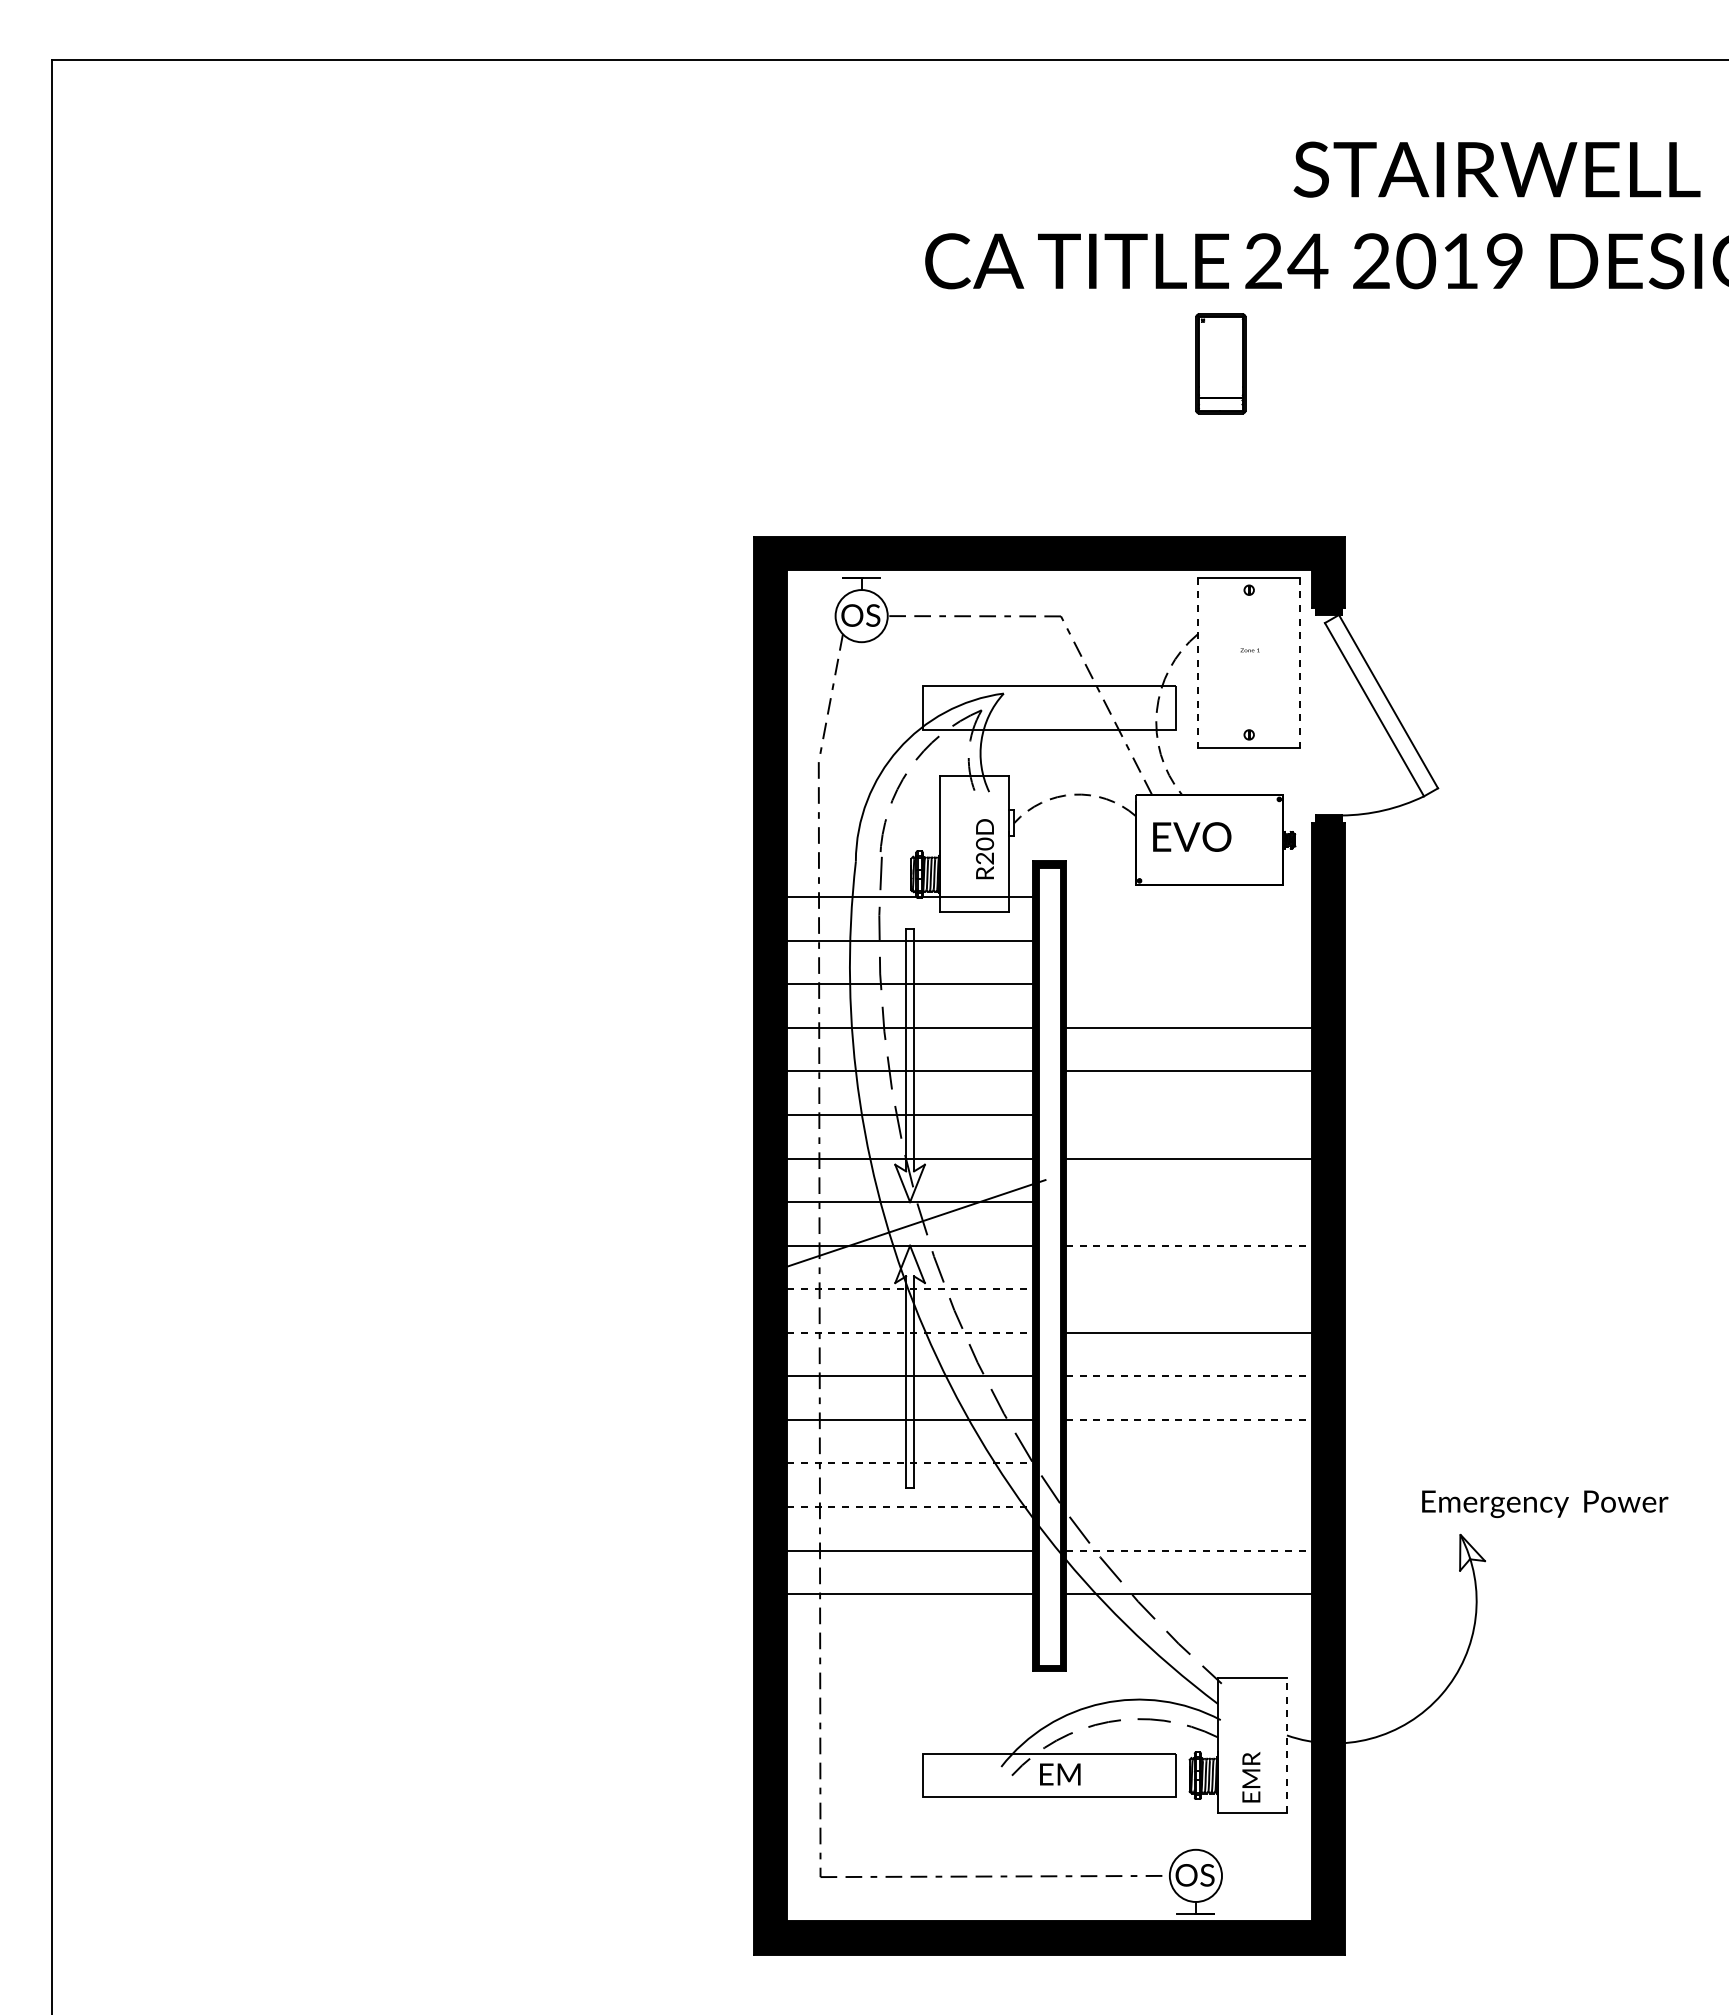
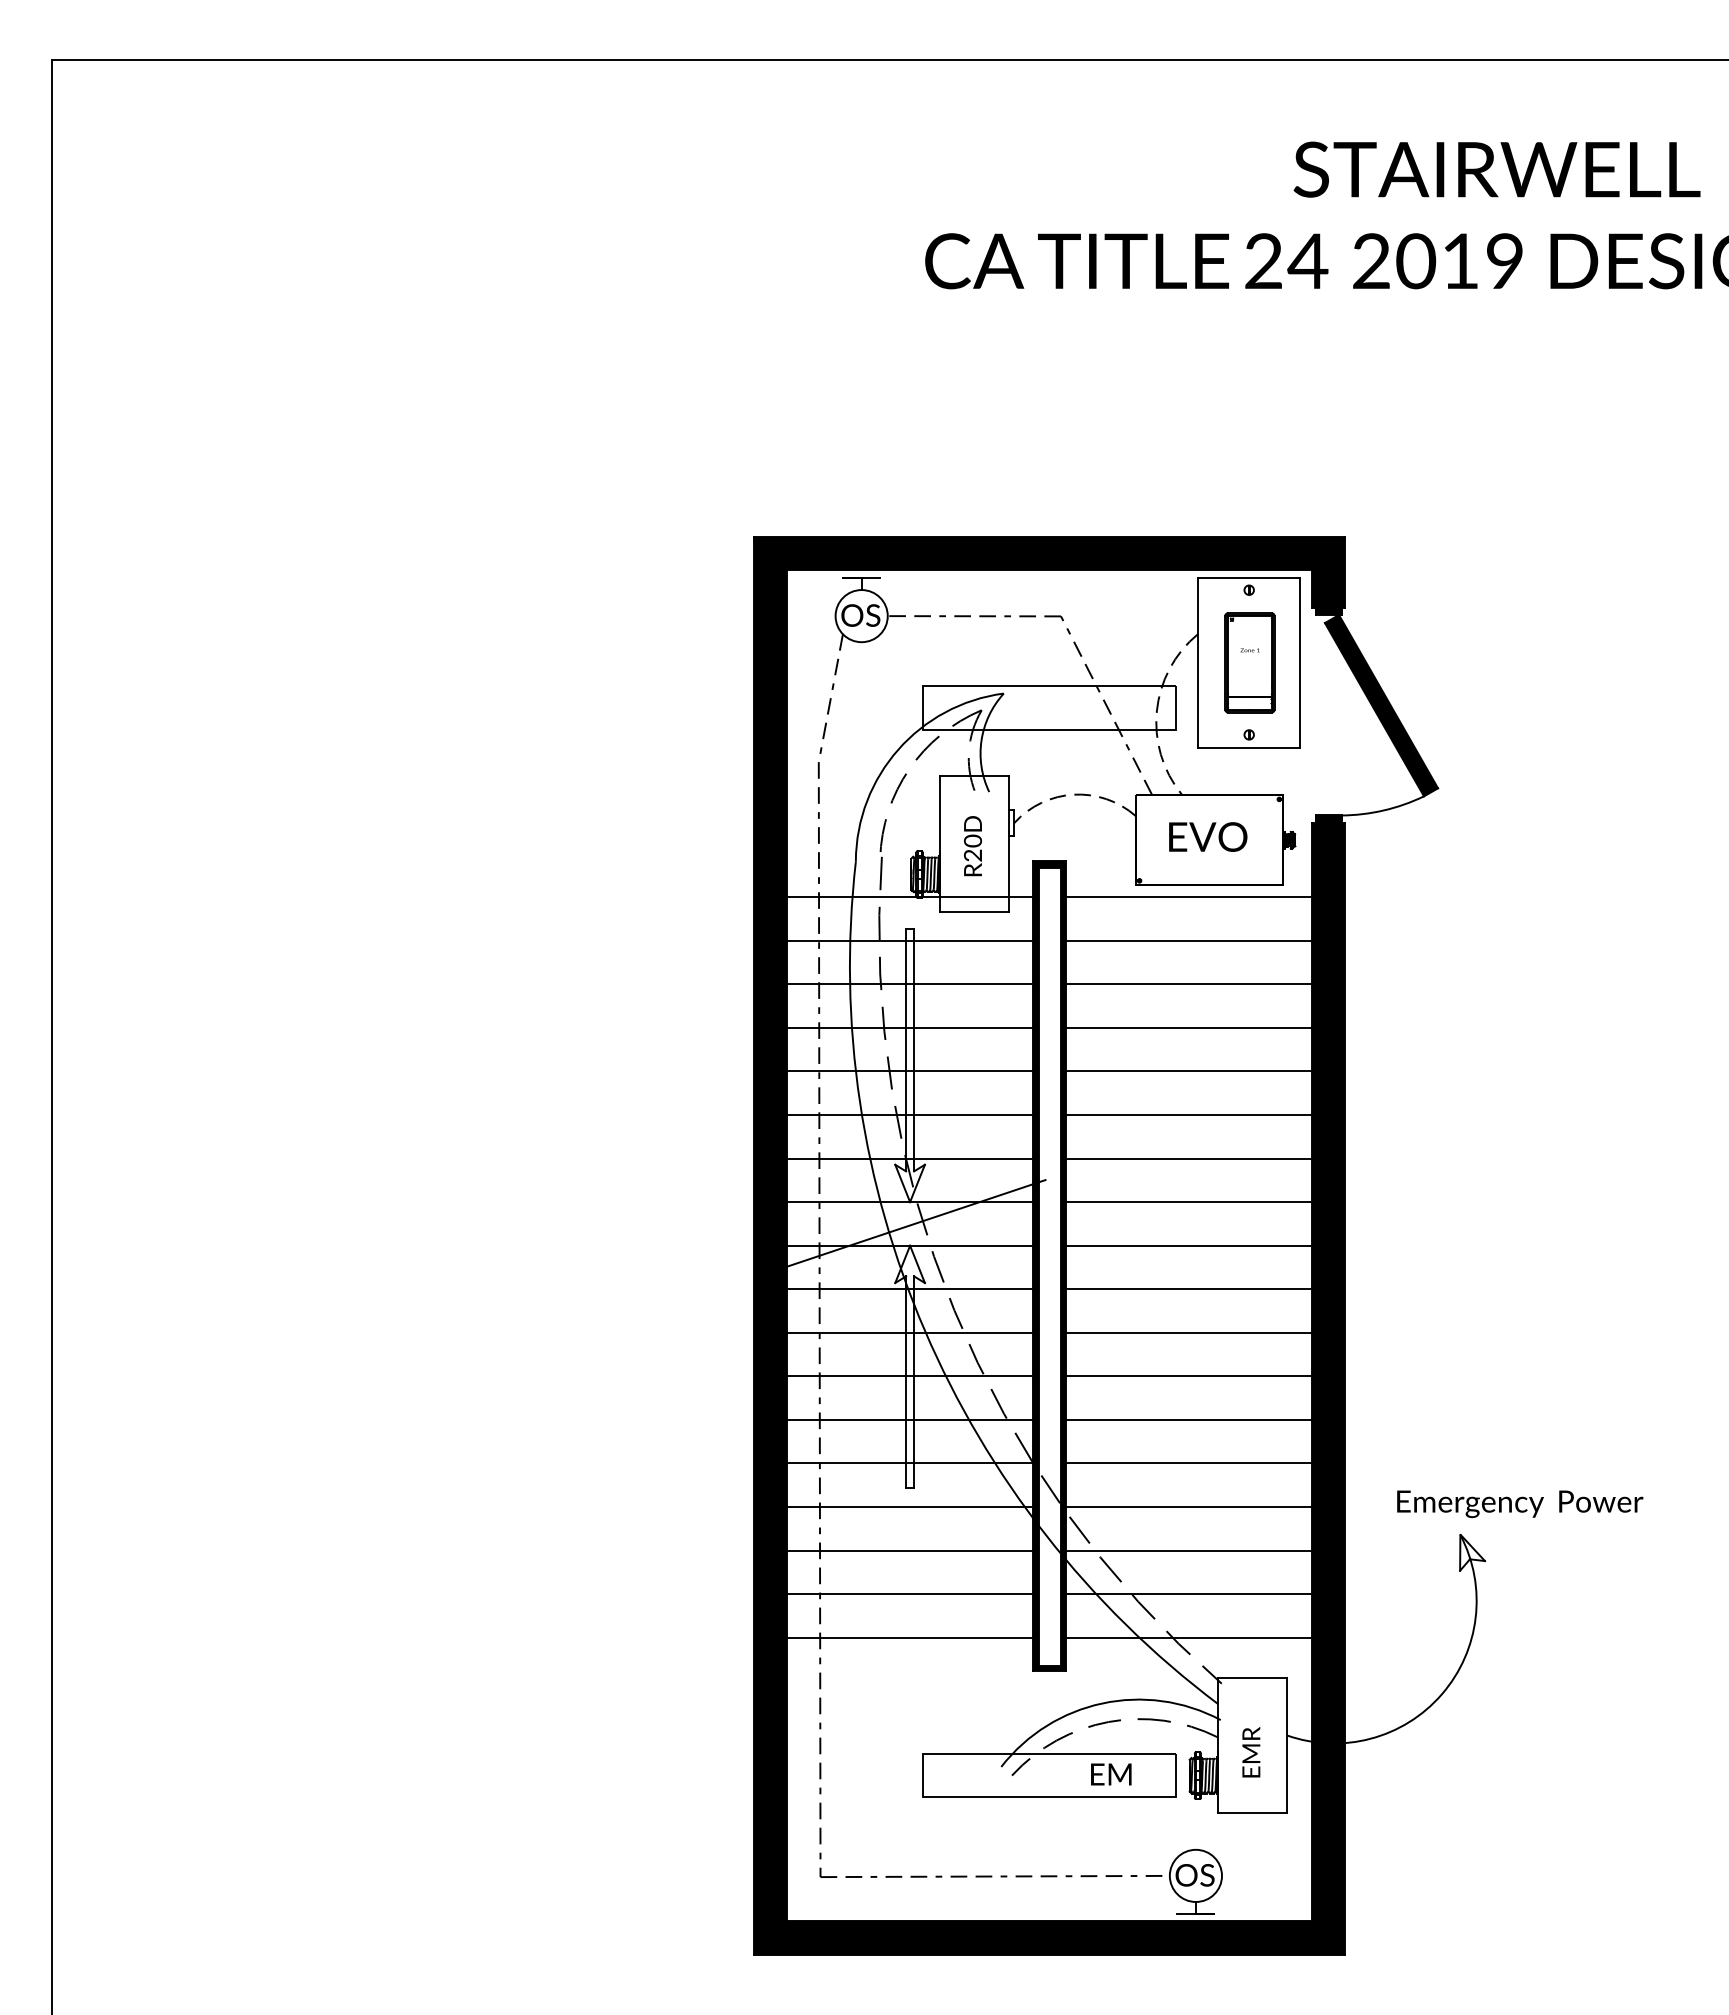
part at (1220, 363) position: (1220, 363) -> (1249, 662)
line at (1198, 663): dashed -> solid
line at (1300, 663): dashed -> solid
fill at (1381, 705): none -> present
text at (1192, 836) position: (1192, 836) -> (1208, 836)
text at (985, 849) position: (985, 849) -> (973, 846)
line at (1188, 897): none -> present
line at (1188, 940): none -> present
line at (1188, 984): none -> present
line at (1188, 1114): none -> present
line at (1188, 1202): none -> present
line at (1189, 1245): dashed -> solid
line at (910, 1289): dashed -> solid
line at (1188, 1289): none -> present
line at (910, 1332): dashed -> solid
line at (1189, 1376): dashed -> solid
line at (1189, 1419): dashed -> solid
line at (910, 1463): dashed -> solid
line at (1188, 1463): none -> present
text at (1545, 1504) position: (1545, 1504) -> (1520, 1504)
line at (910, 1507): dashed -> solid
line at (1188, 1507): none -> present
line at (1189, 1550): dashed -> solid
line at (909, 1637): none -> present
line at (1188, 1637): none -> present
line at (1287, 1745): dashed -> solid
text at (1060, 1774) position: (1060, 1774) -> (1111, 1774)
text at (1251, 1777) position: (1251, 1777) -> (1251, 1752)
